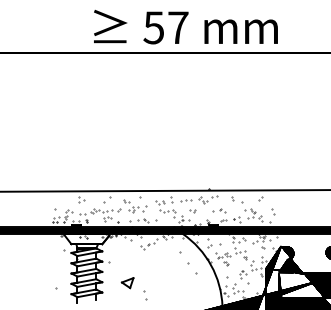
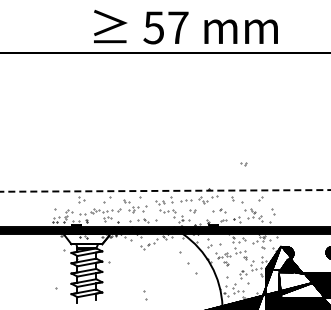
part at (243, 164): none -> present
line at (165, 190): solid -> dashed
part at (127, 283): present -> none
